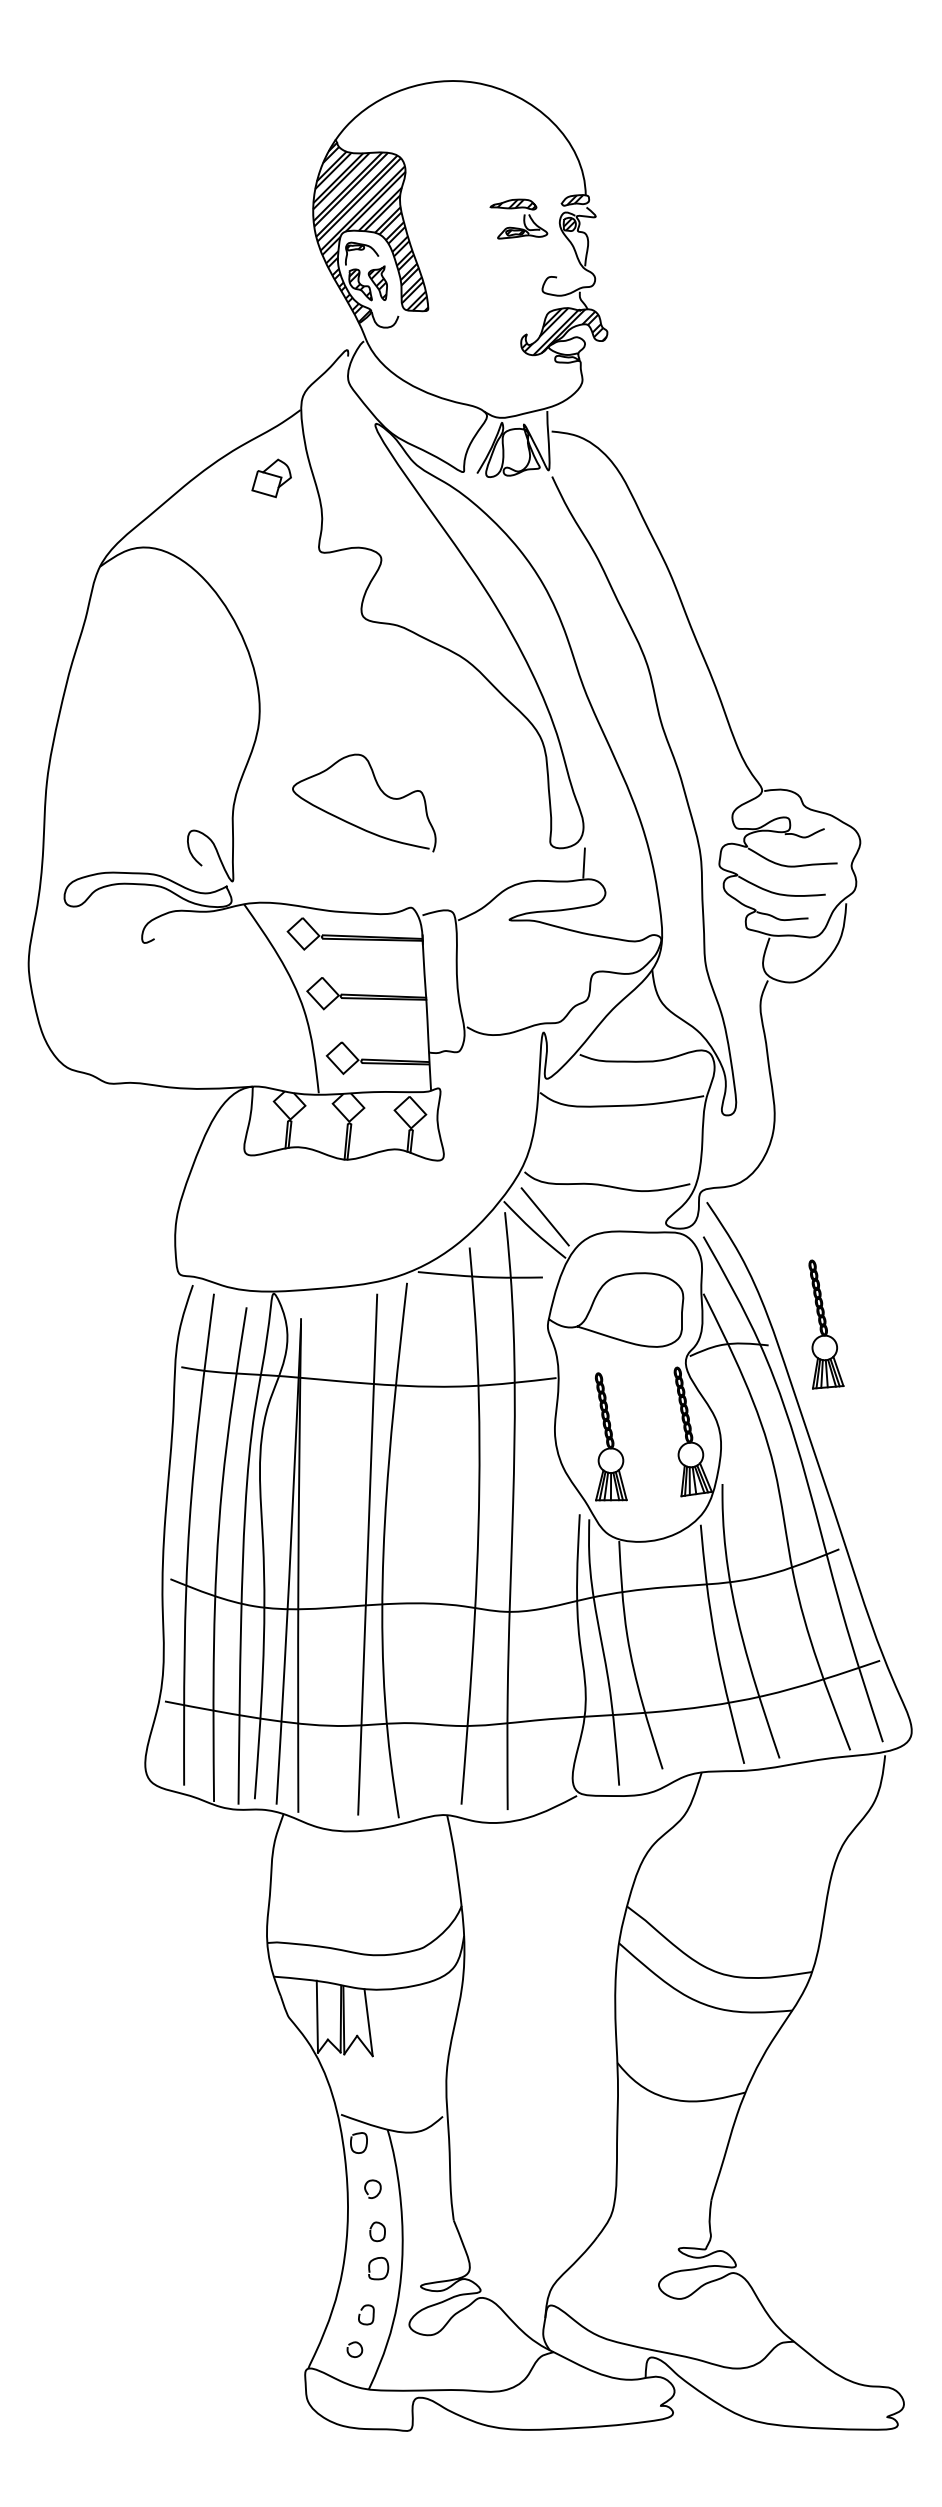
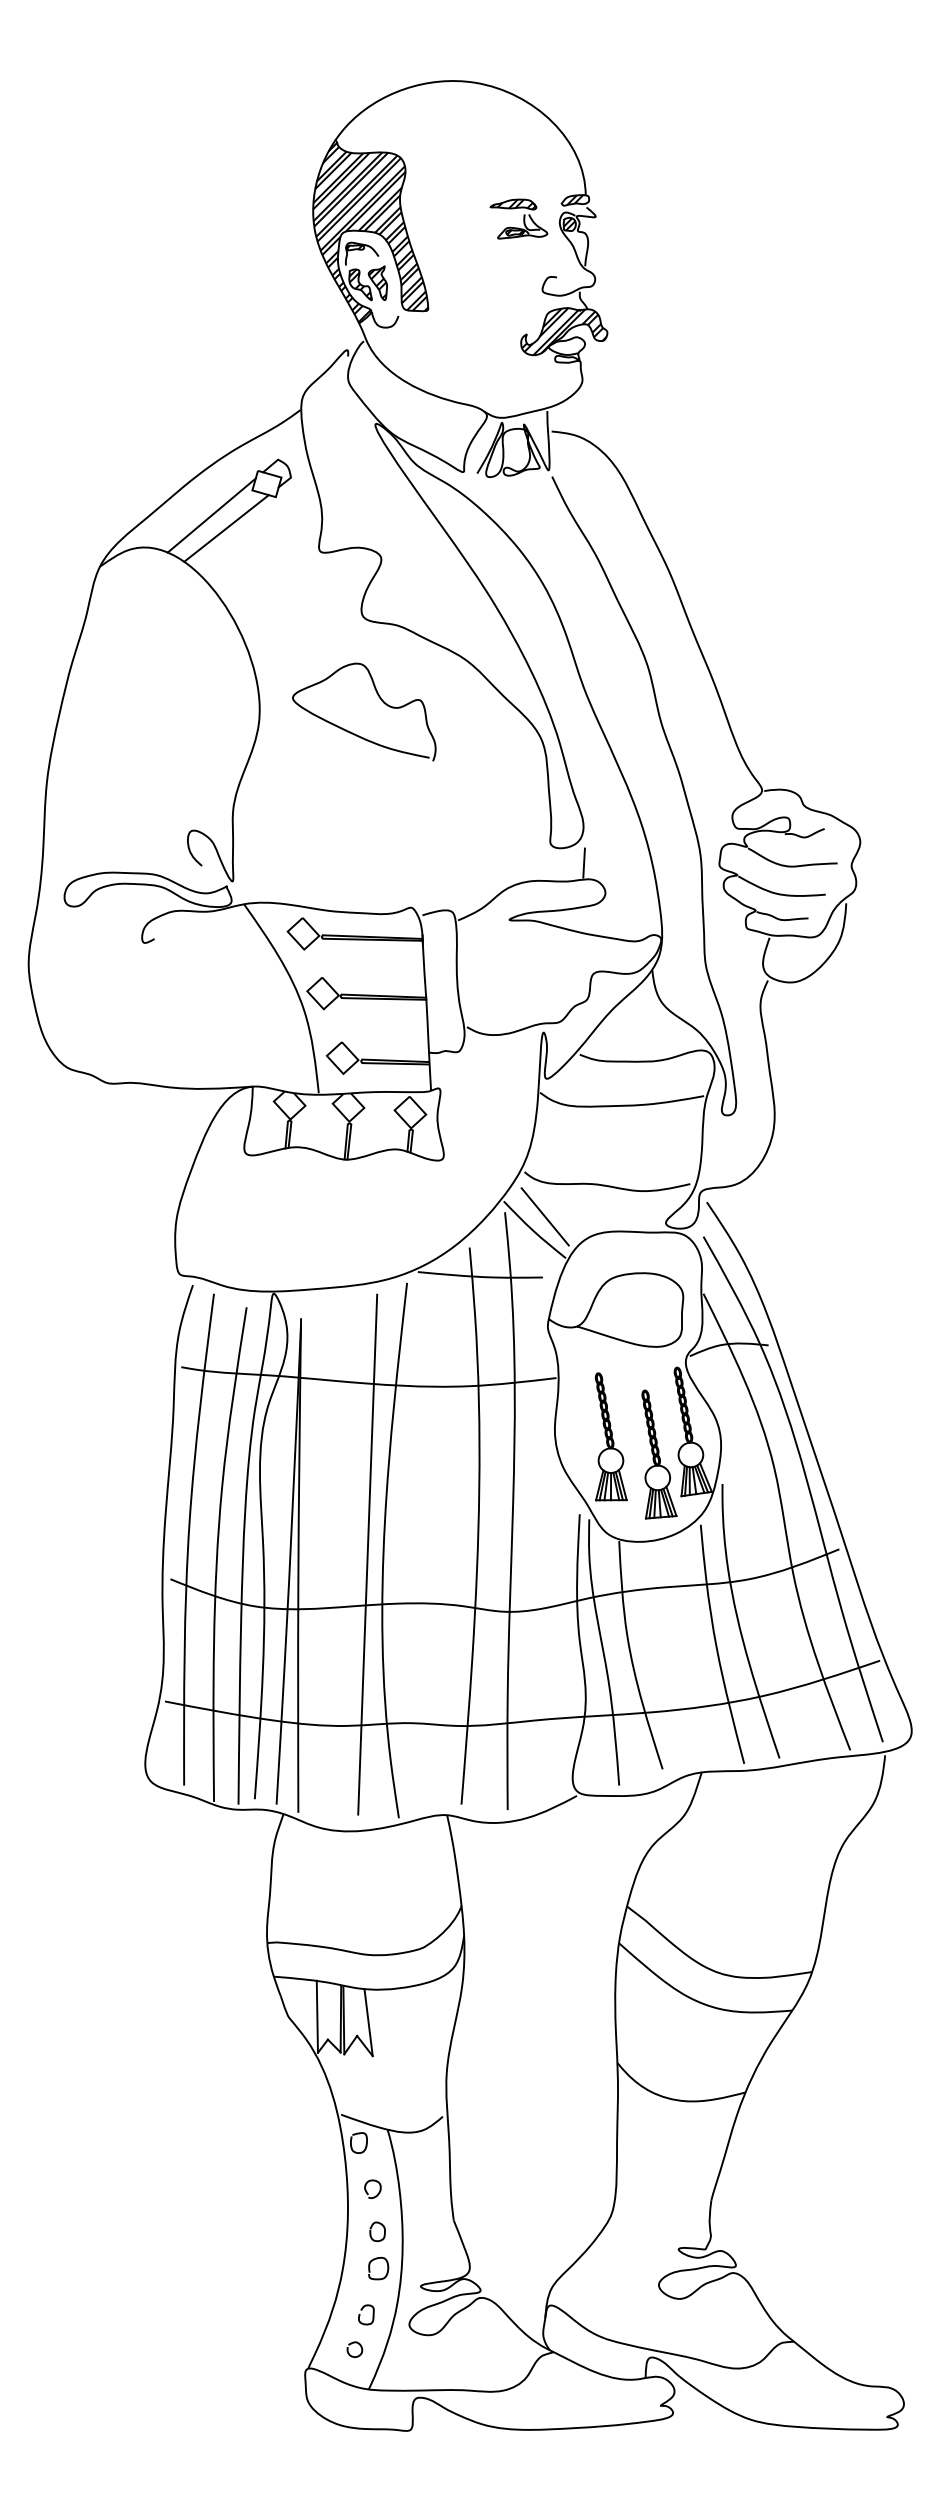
line at (211, 515): none -> present
line at (226, 528): none -> present
curve at (379, 789) position: (379, 789) -> (379, 698)
part at (826, 1324) position: (826, 1324) -> (659, 1454)
